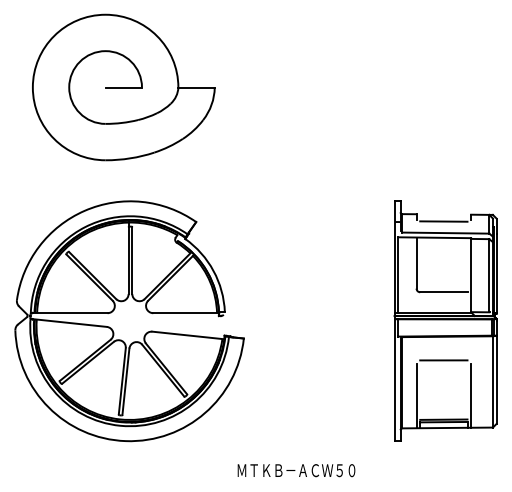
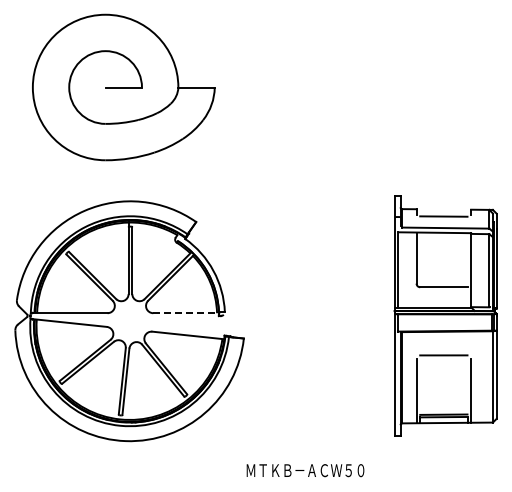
line at (186, 313): solid -> dashed
part at (445, 320) position: (445, 320) -> (445, 315)
text at (296, 470) position: (296, 470) -> (305, 470)
